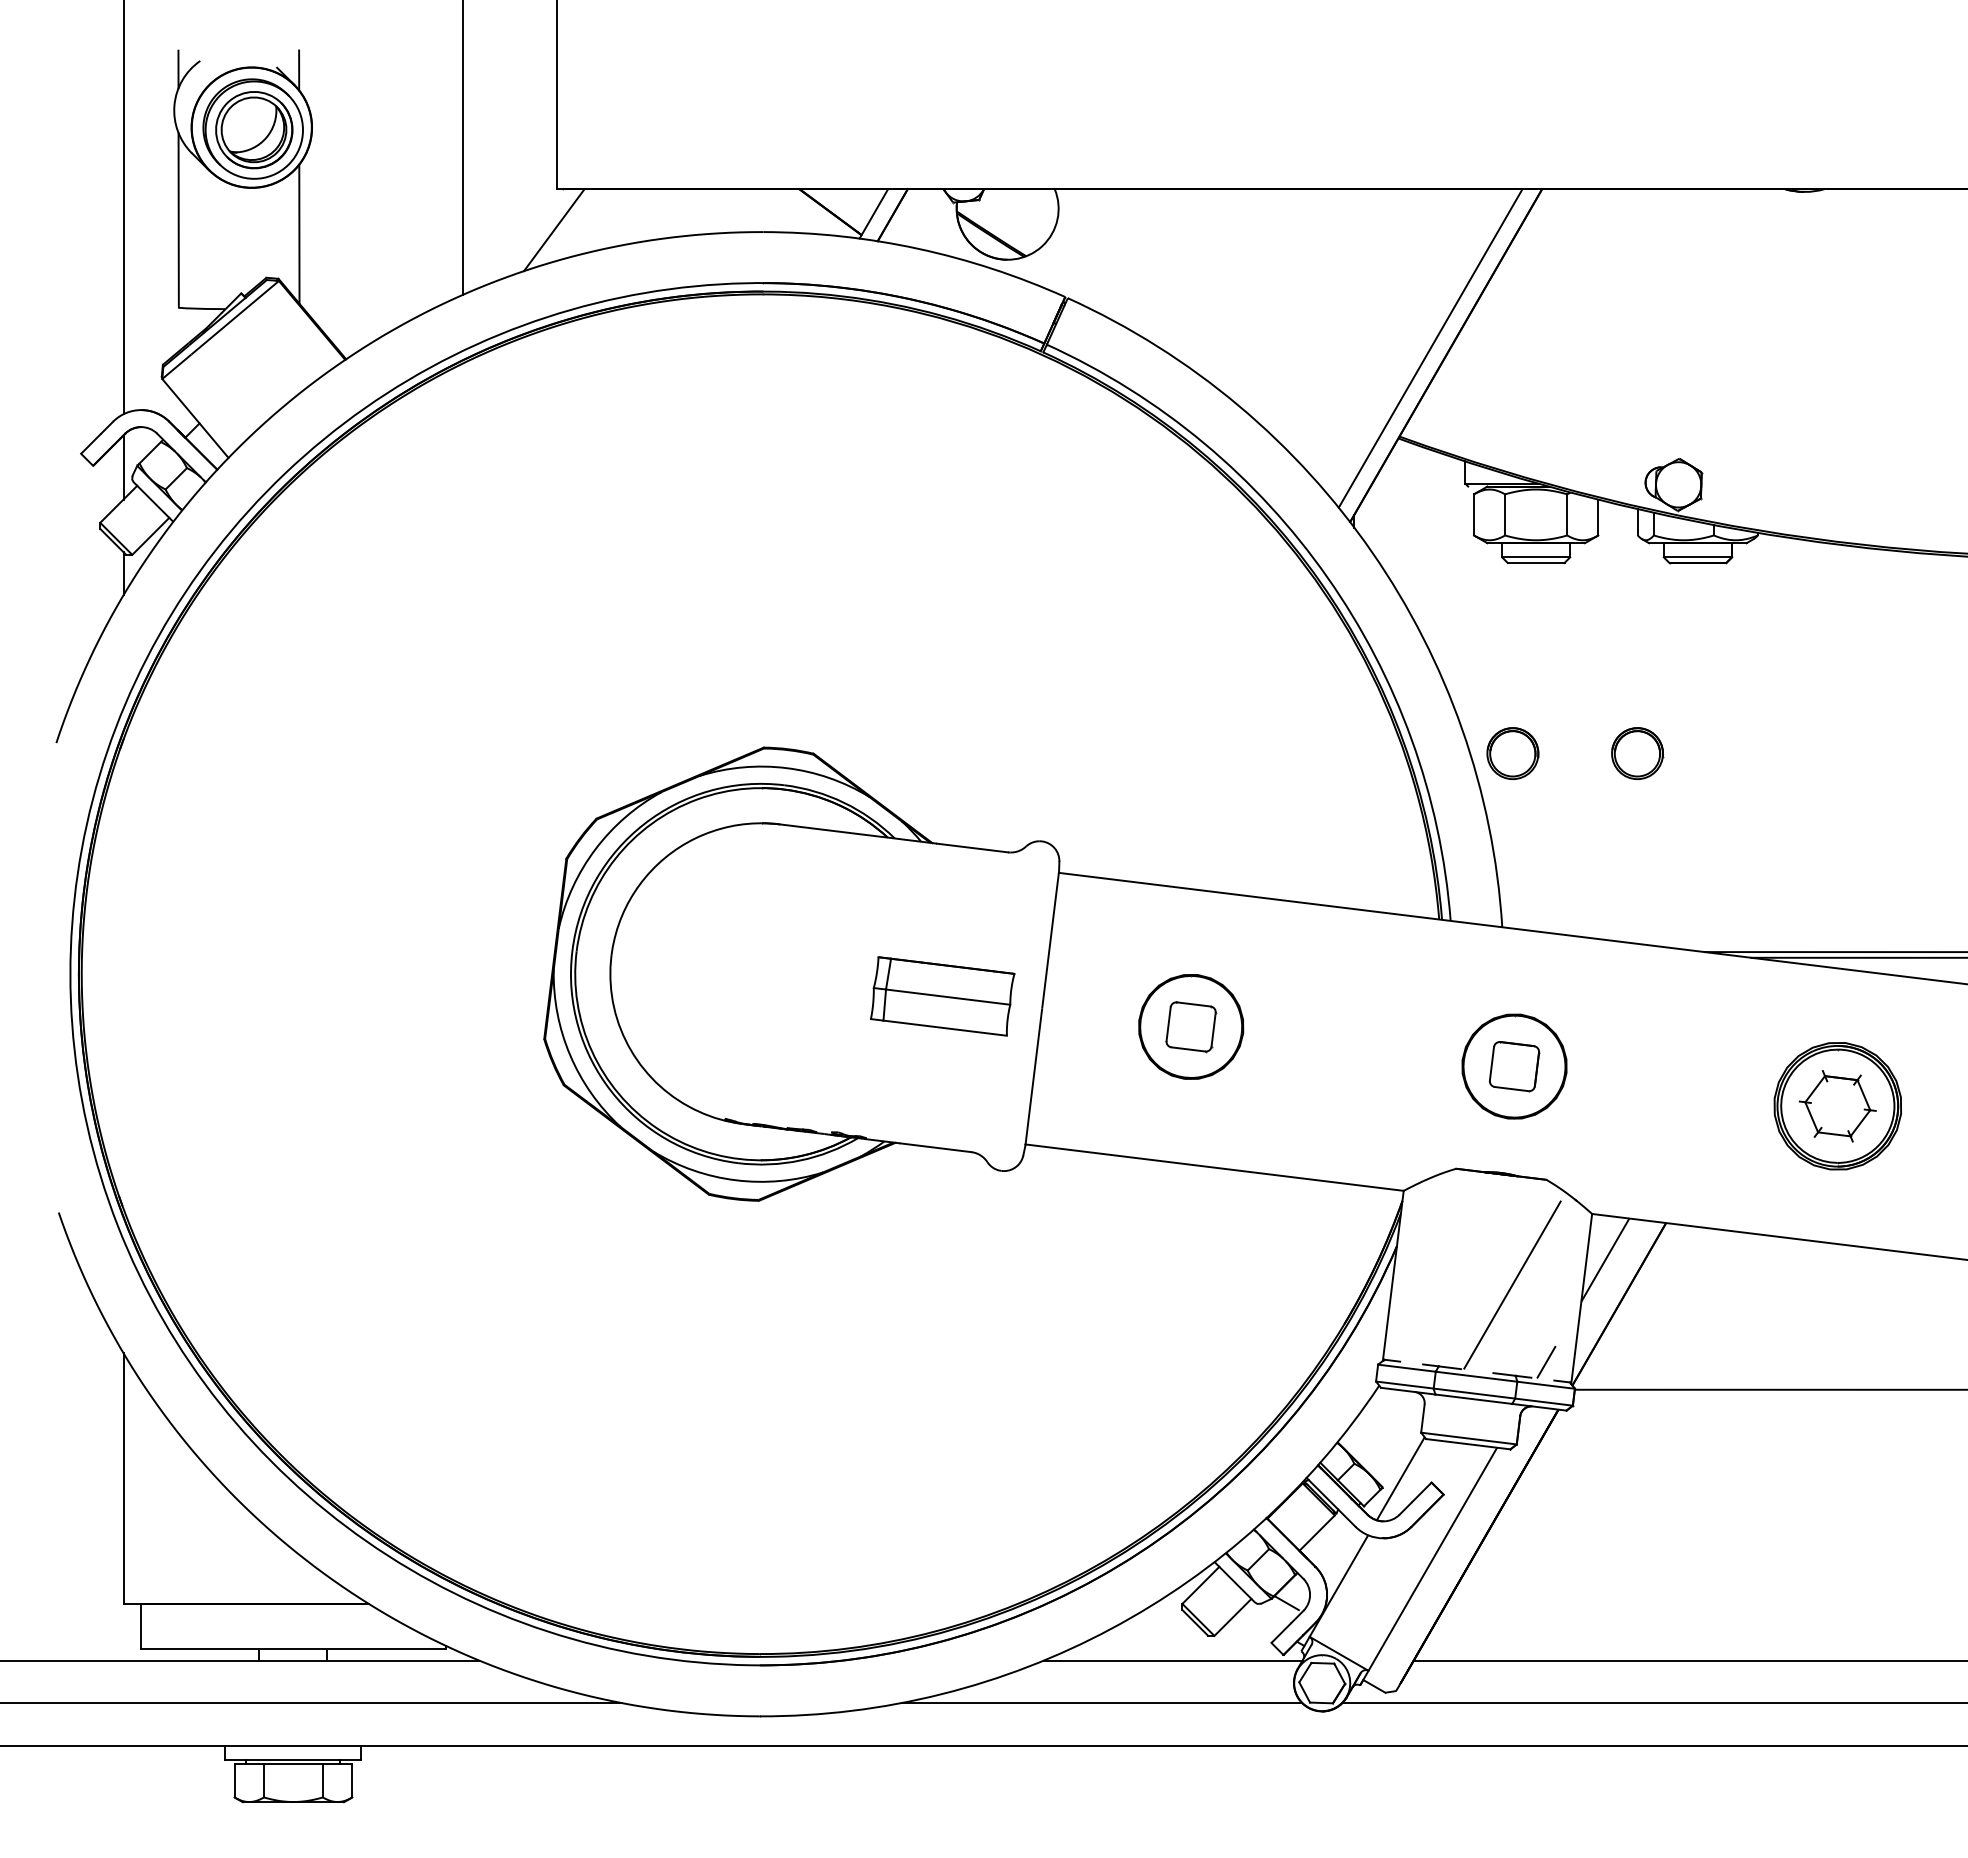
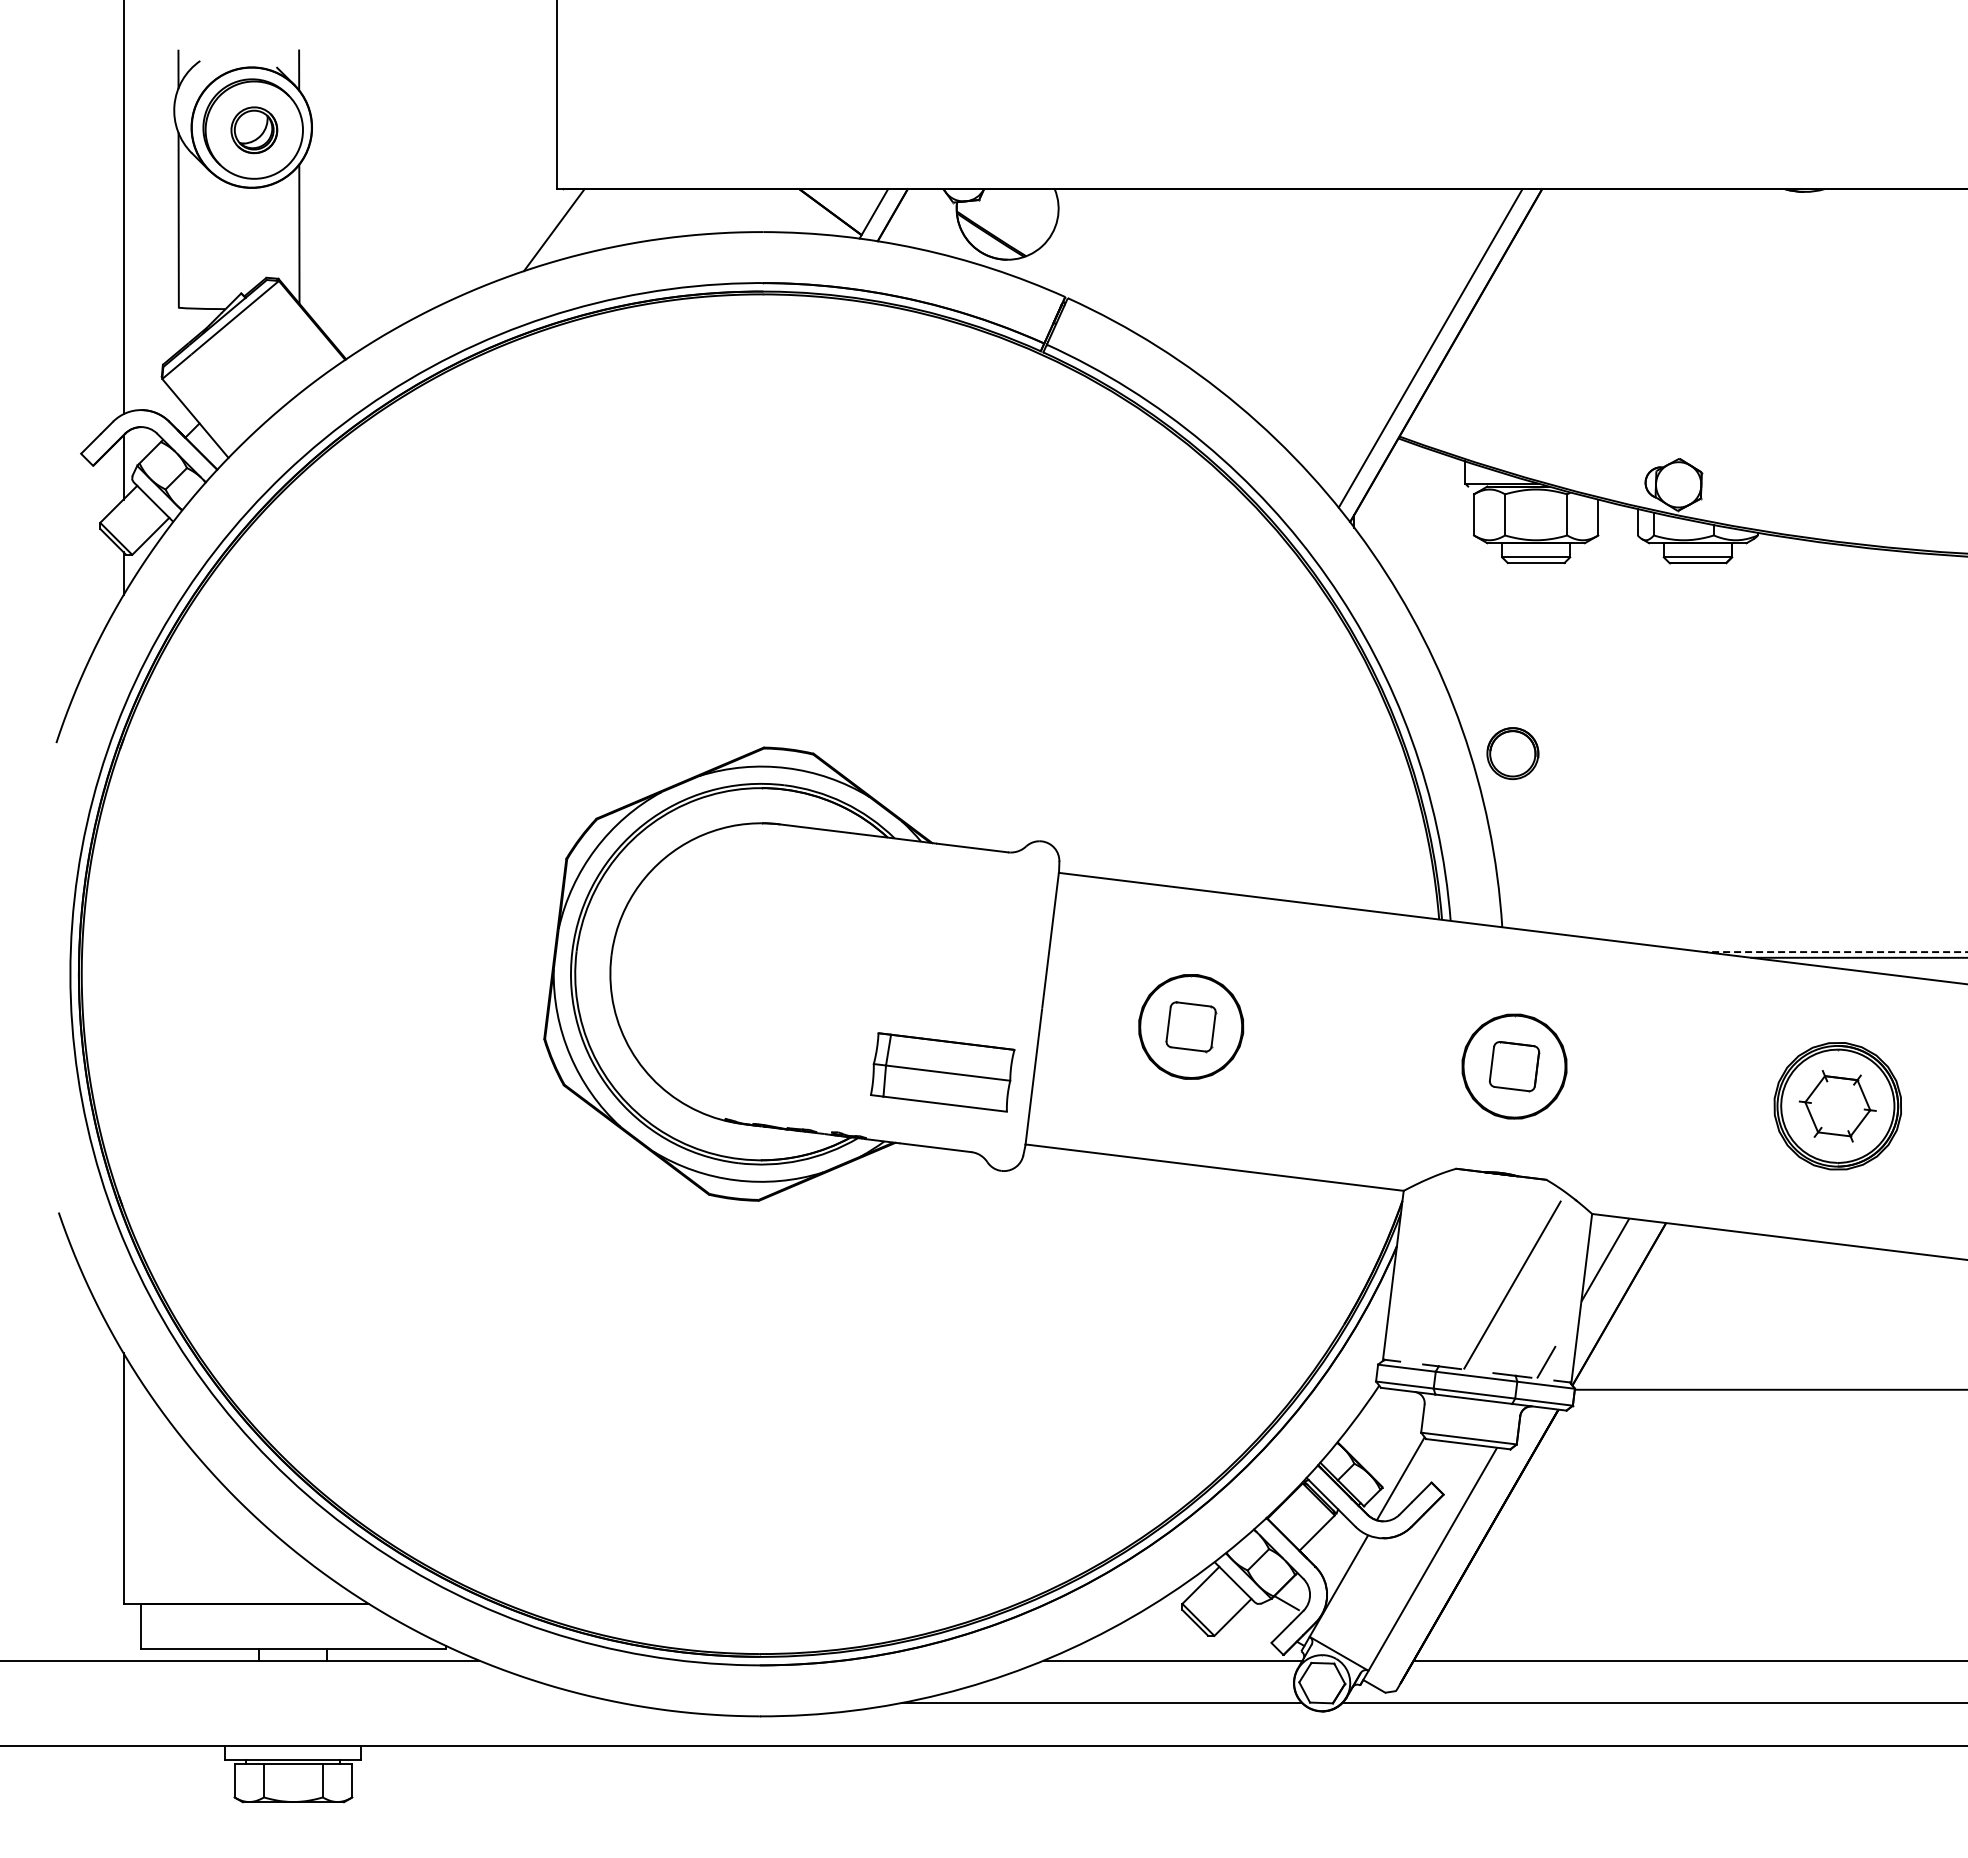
part at (254, 130) size: 79x79 px -> 49x49 px
line at (463, 148): present -> none
part at (1637, 753): present -> none
line at (1835, 952): solid -> dashed
part at (942, 996) position: (942, 996) -> (942, 1072)
line at (311, 1703): present -> none
